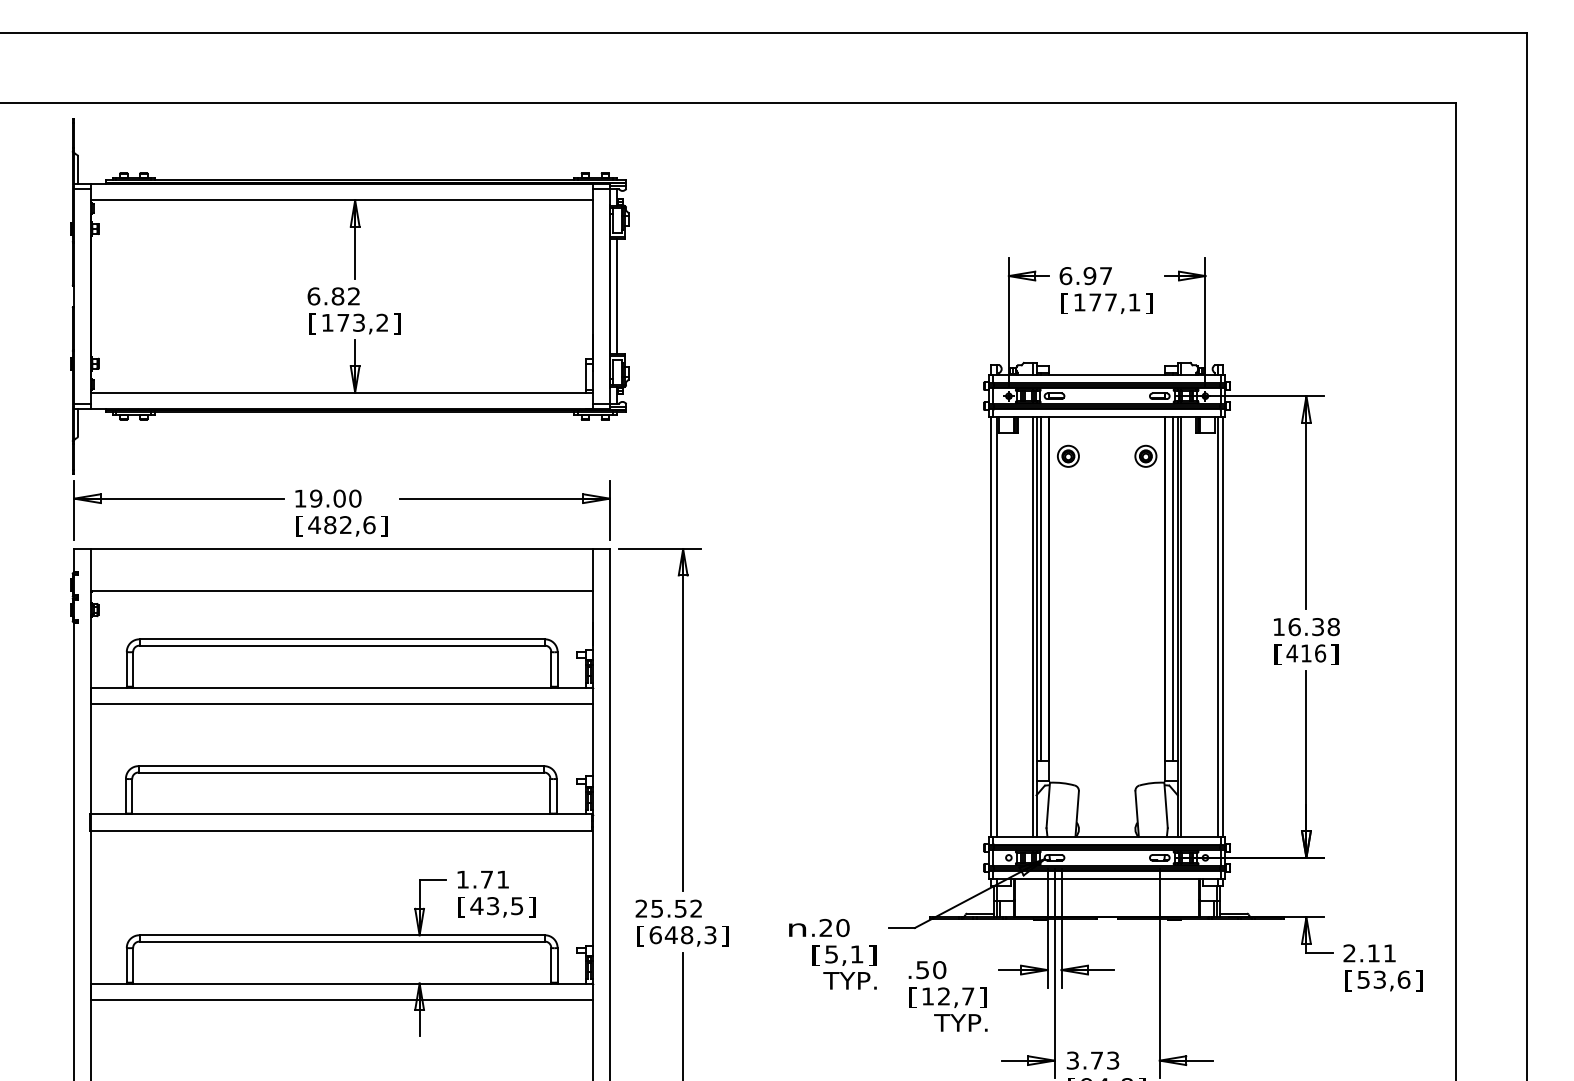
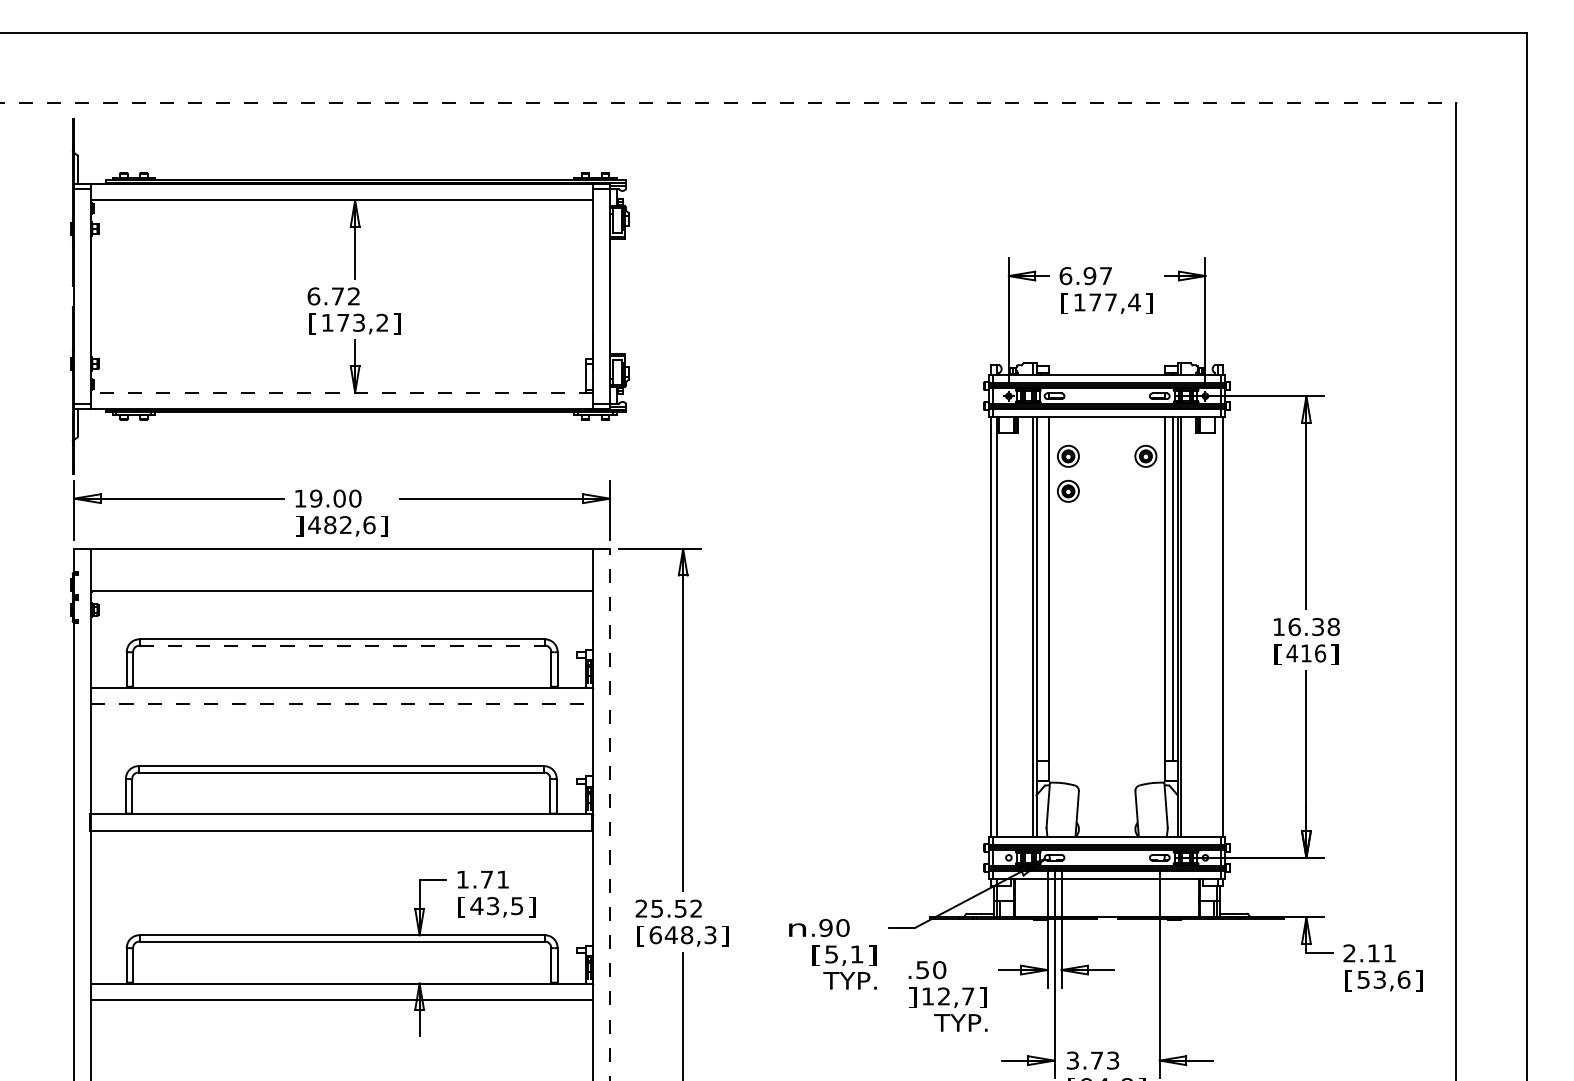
line at (728, 103): solid -> dashed
text at (337, 296): 6.82 -> 6.72
line at (616, 296): present -> none
text at (1134, 302): 177,1 -> 177,4
line at (341, 392): solid -> dashed
part at (1068, 490): none -> present
text at (299, 526): [ -> ]
line at (1041, 589): present -> none
line at (1217, 626): present -> none
line at (342, 645): solid -> dashed
line at (342, 704): solid -> dashed
line at (609, 814): solid -> dashed
text at (825, 928): .20 -> .90
text at (912, 997): [ -> ]
